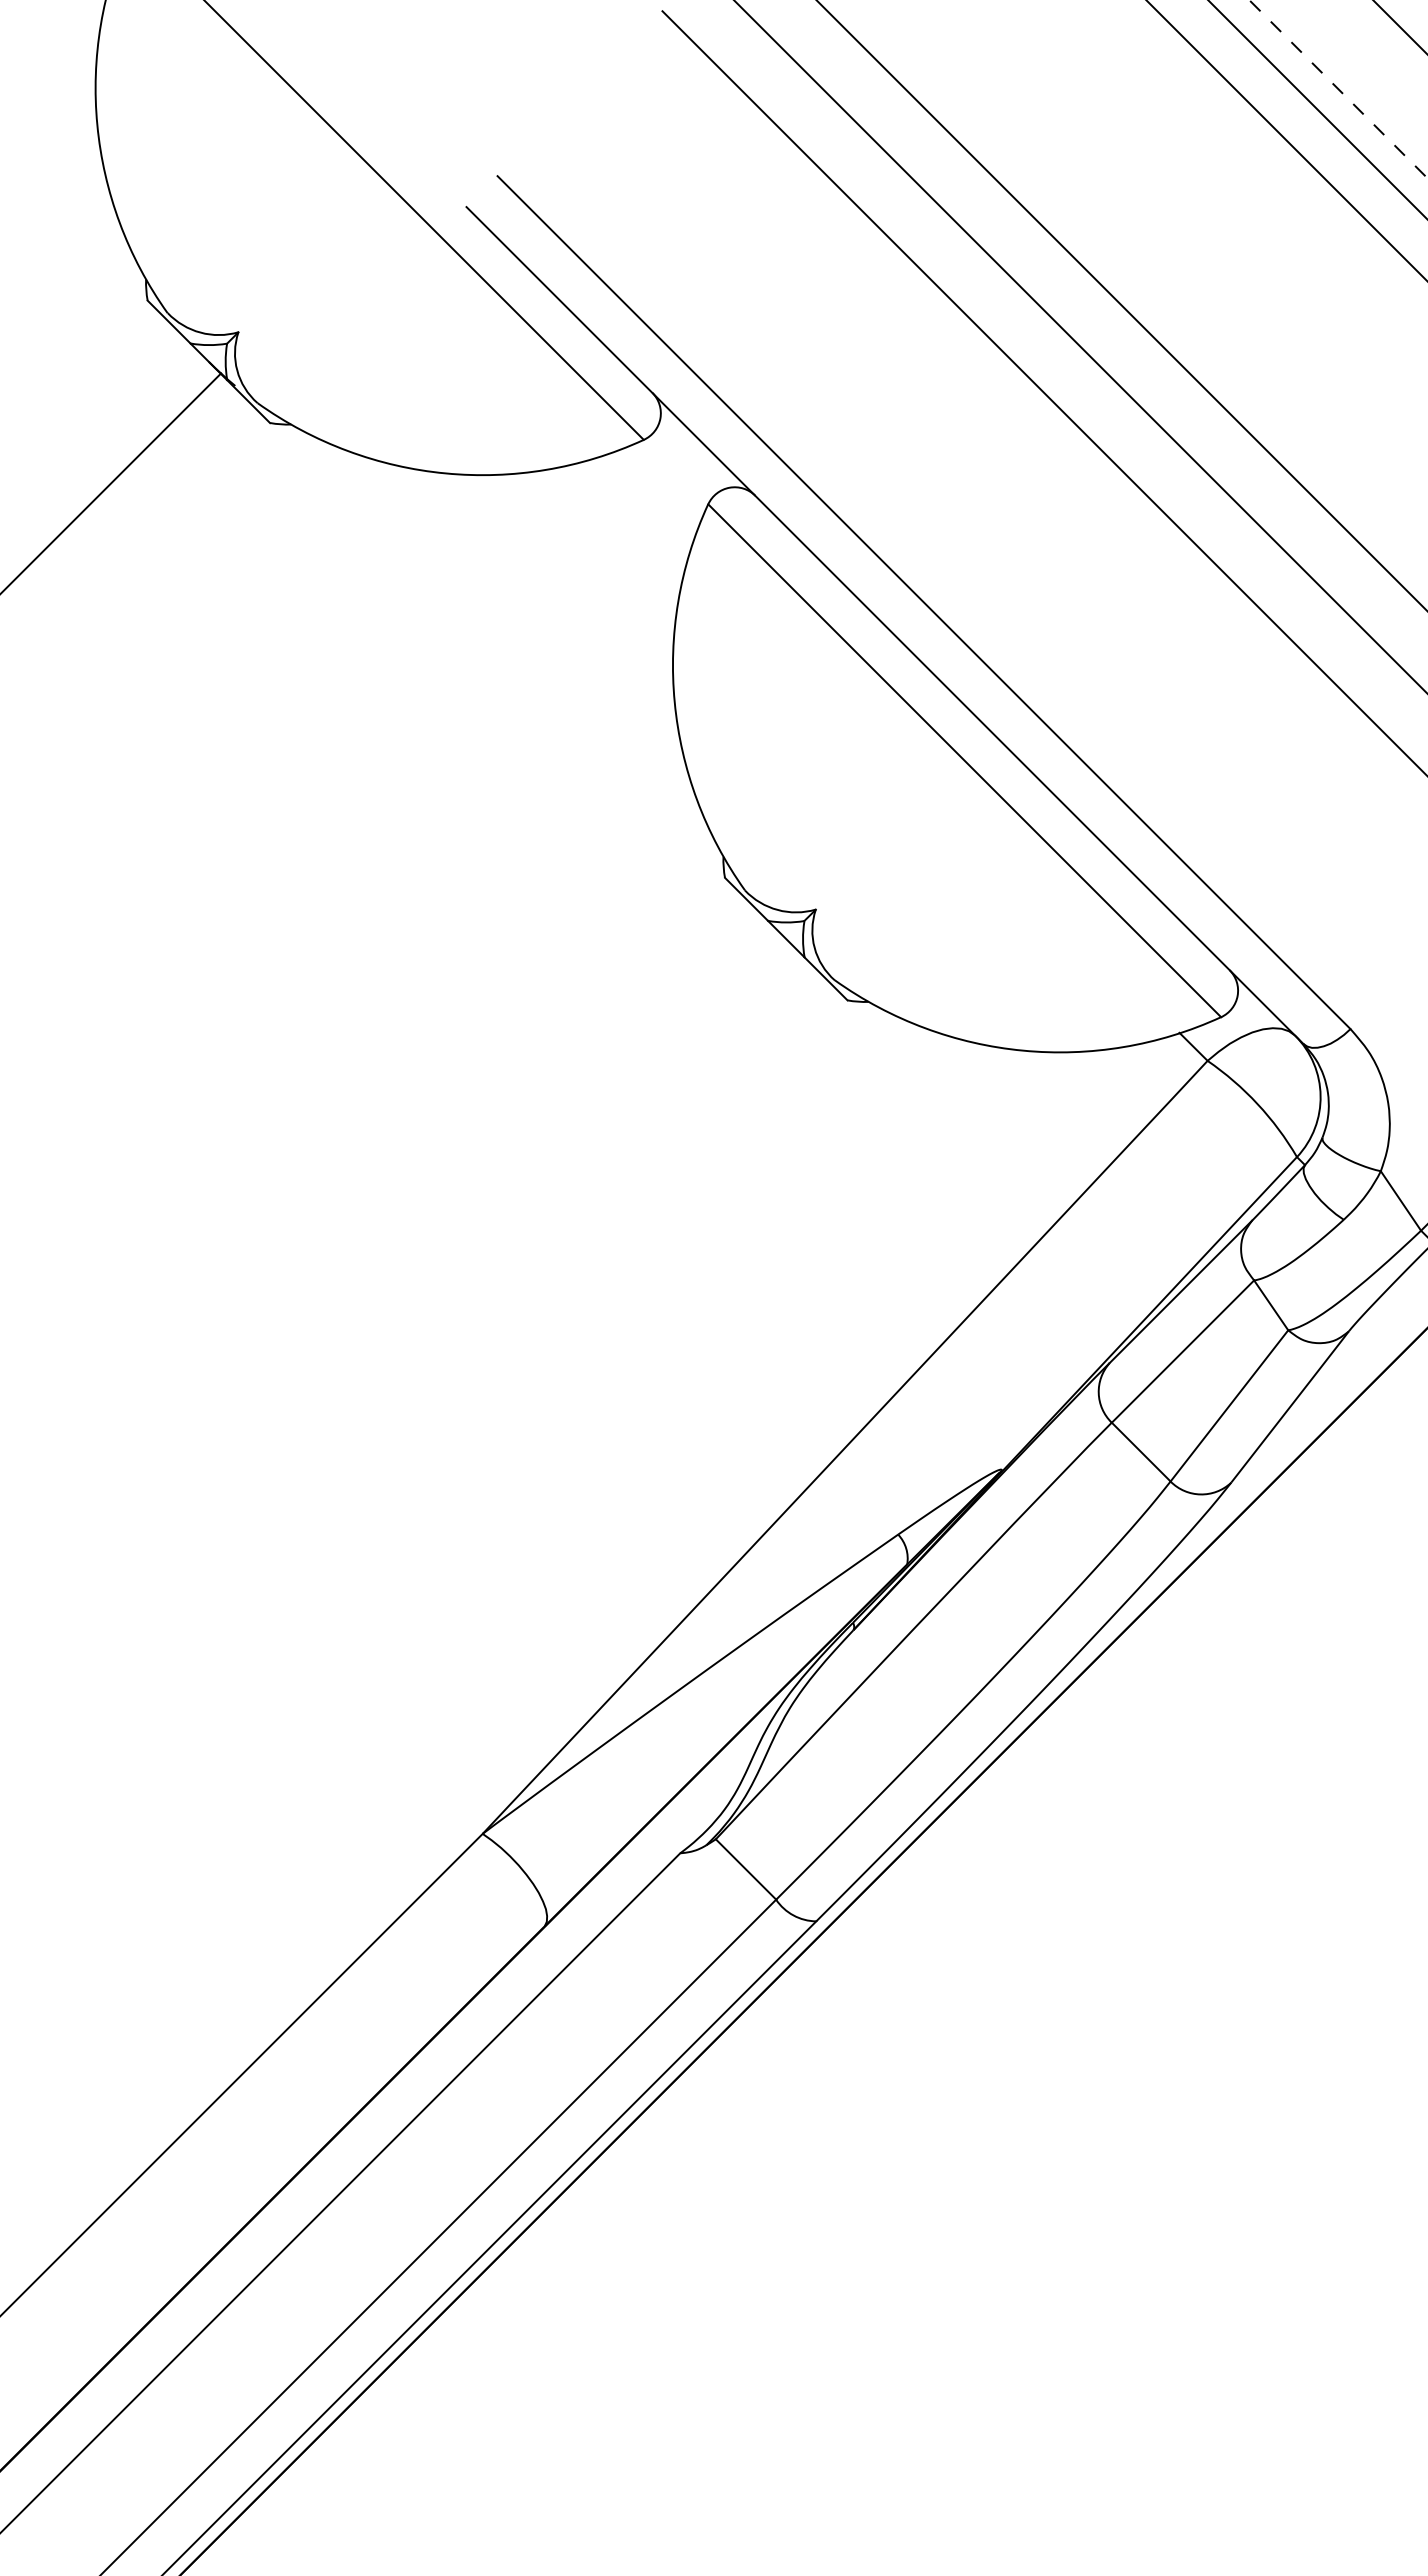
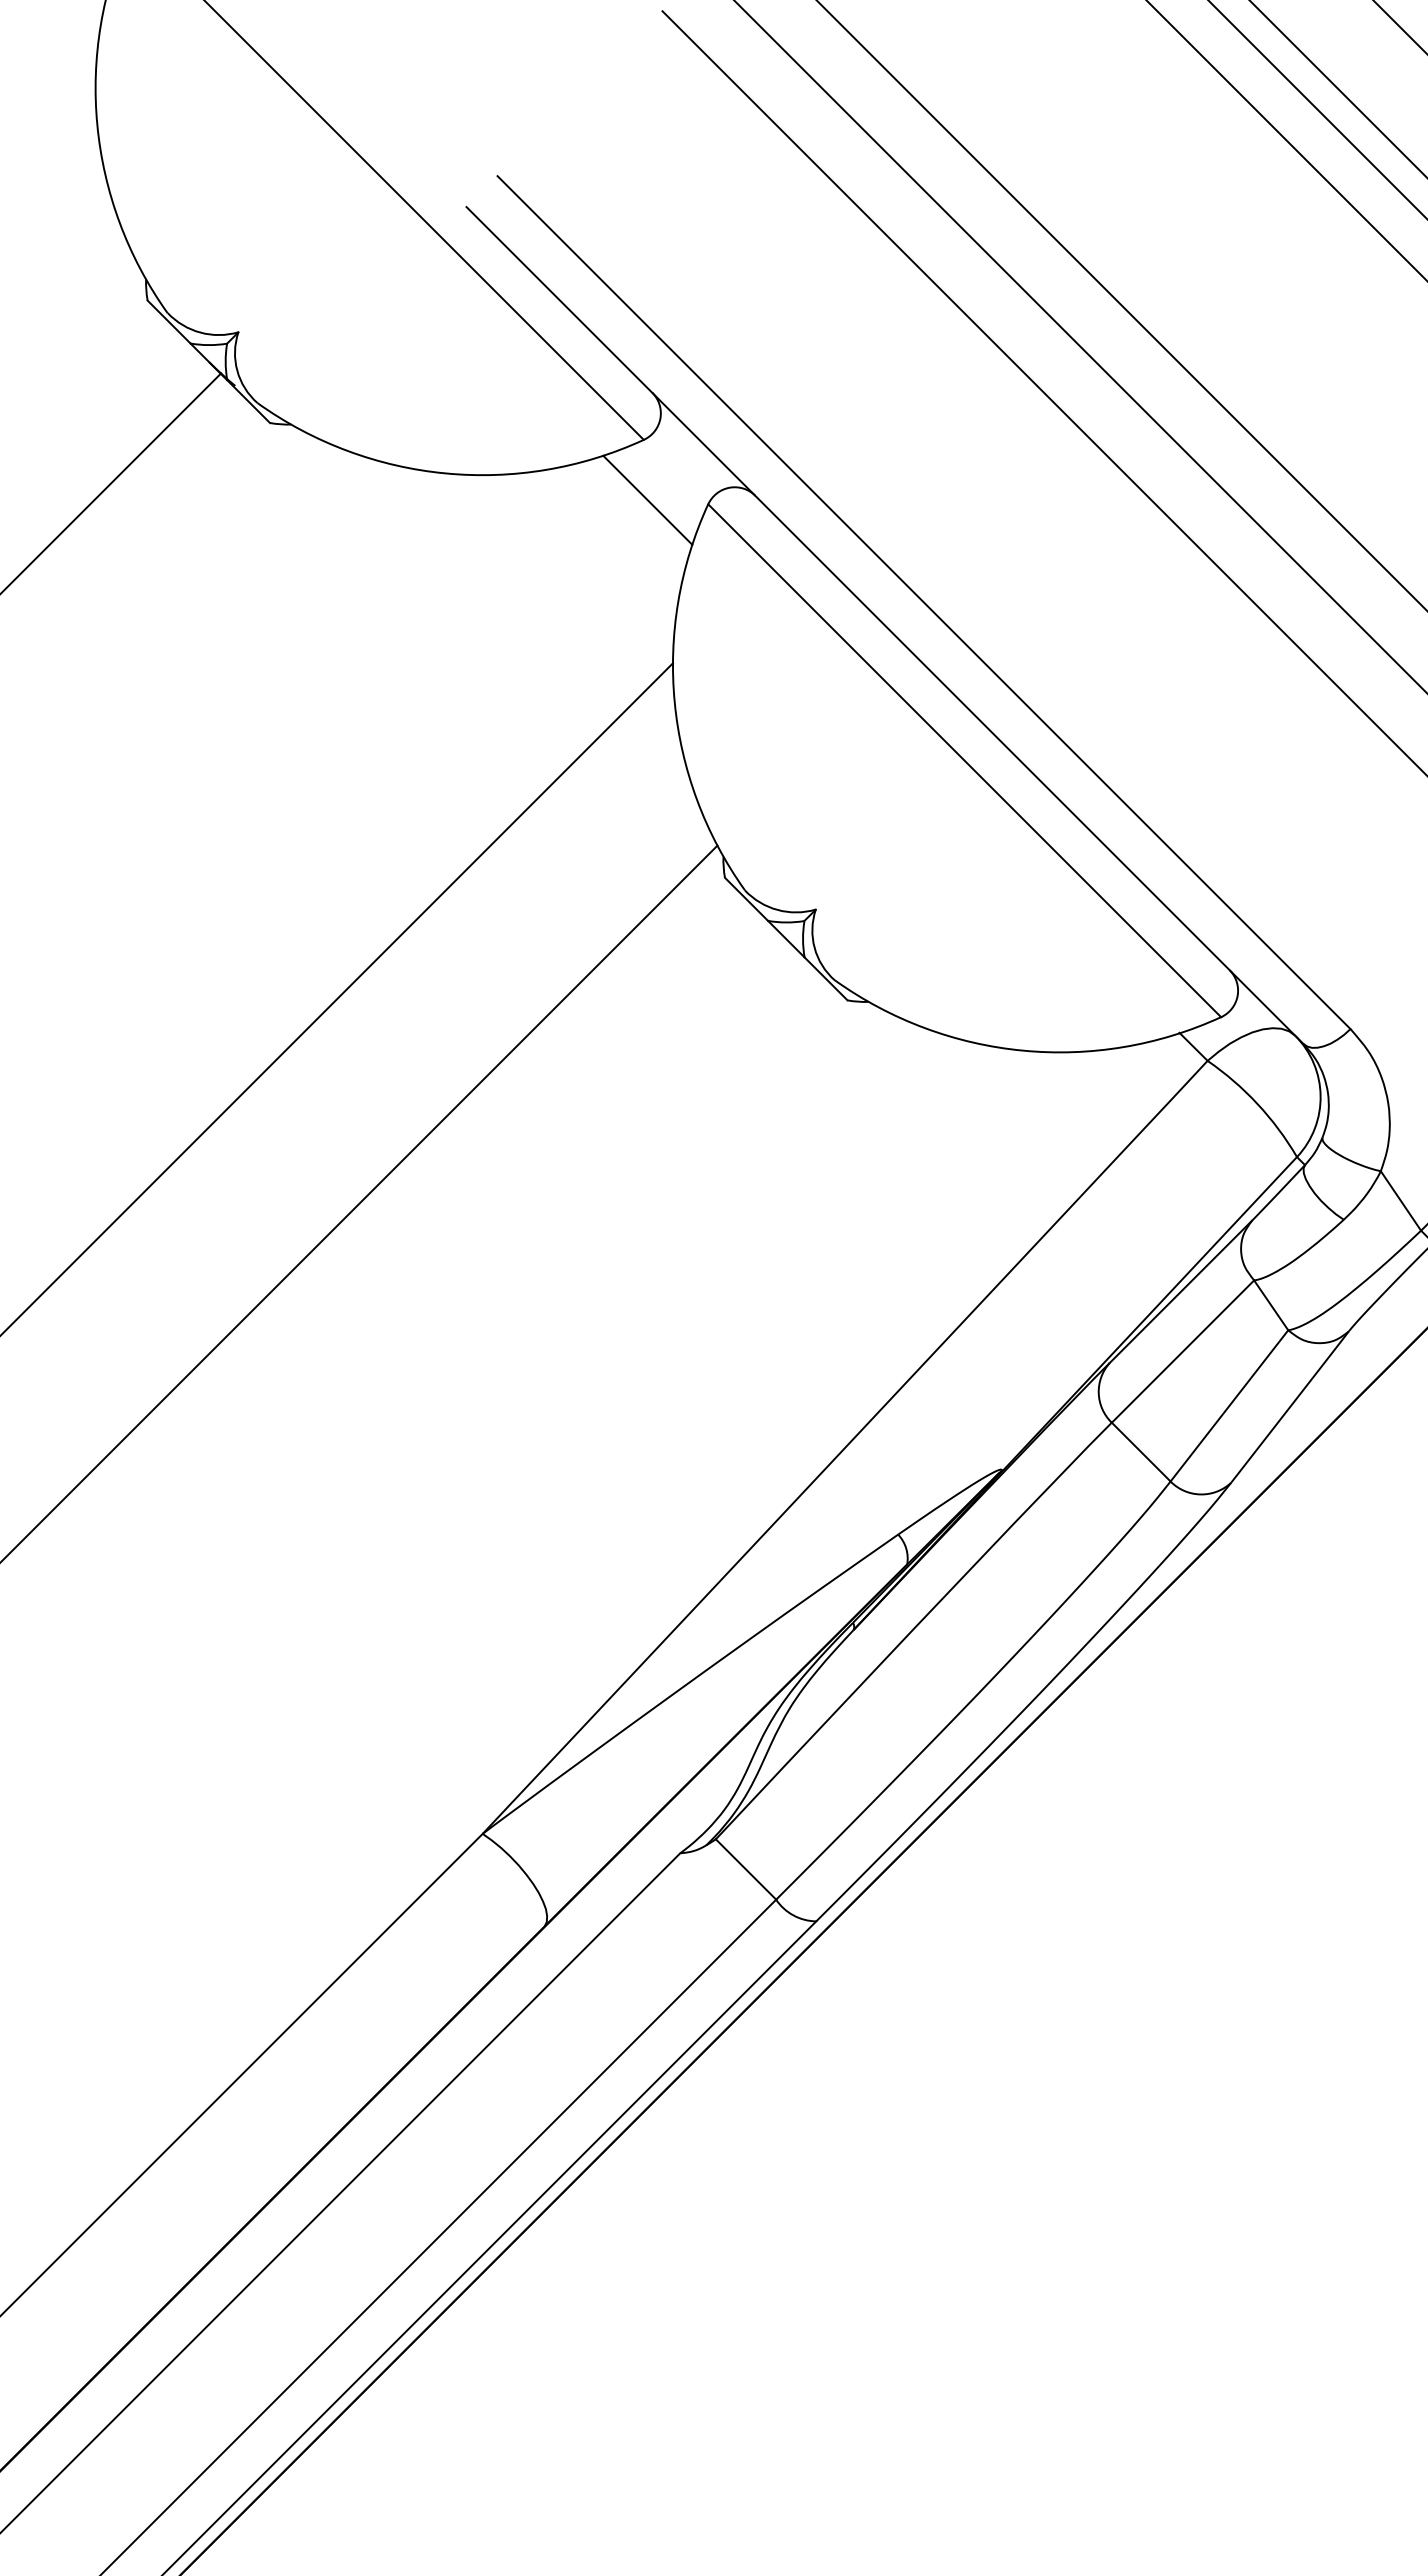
line at (1338, 89): dashed -> solid
line at (647, 499): none -> present
line at (337, 998): none -> present
line at (359, 1202): none -> present
